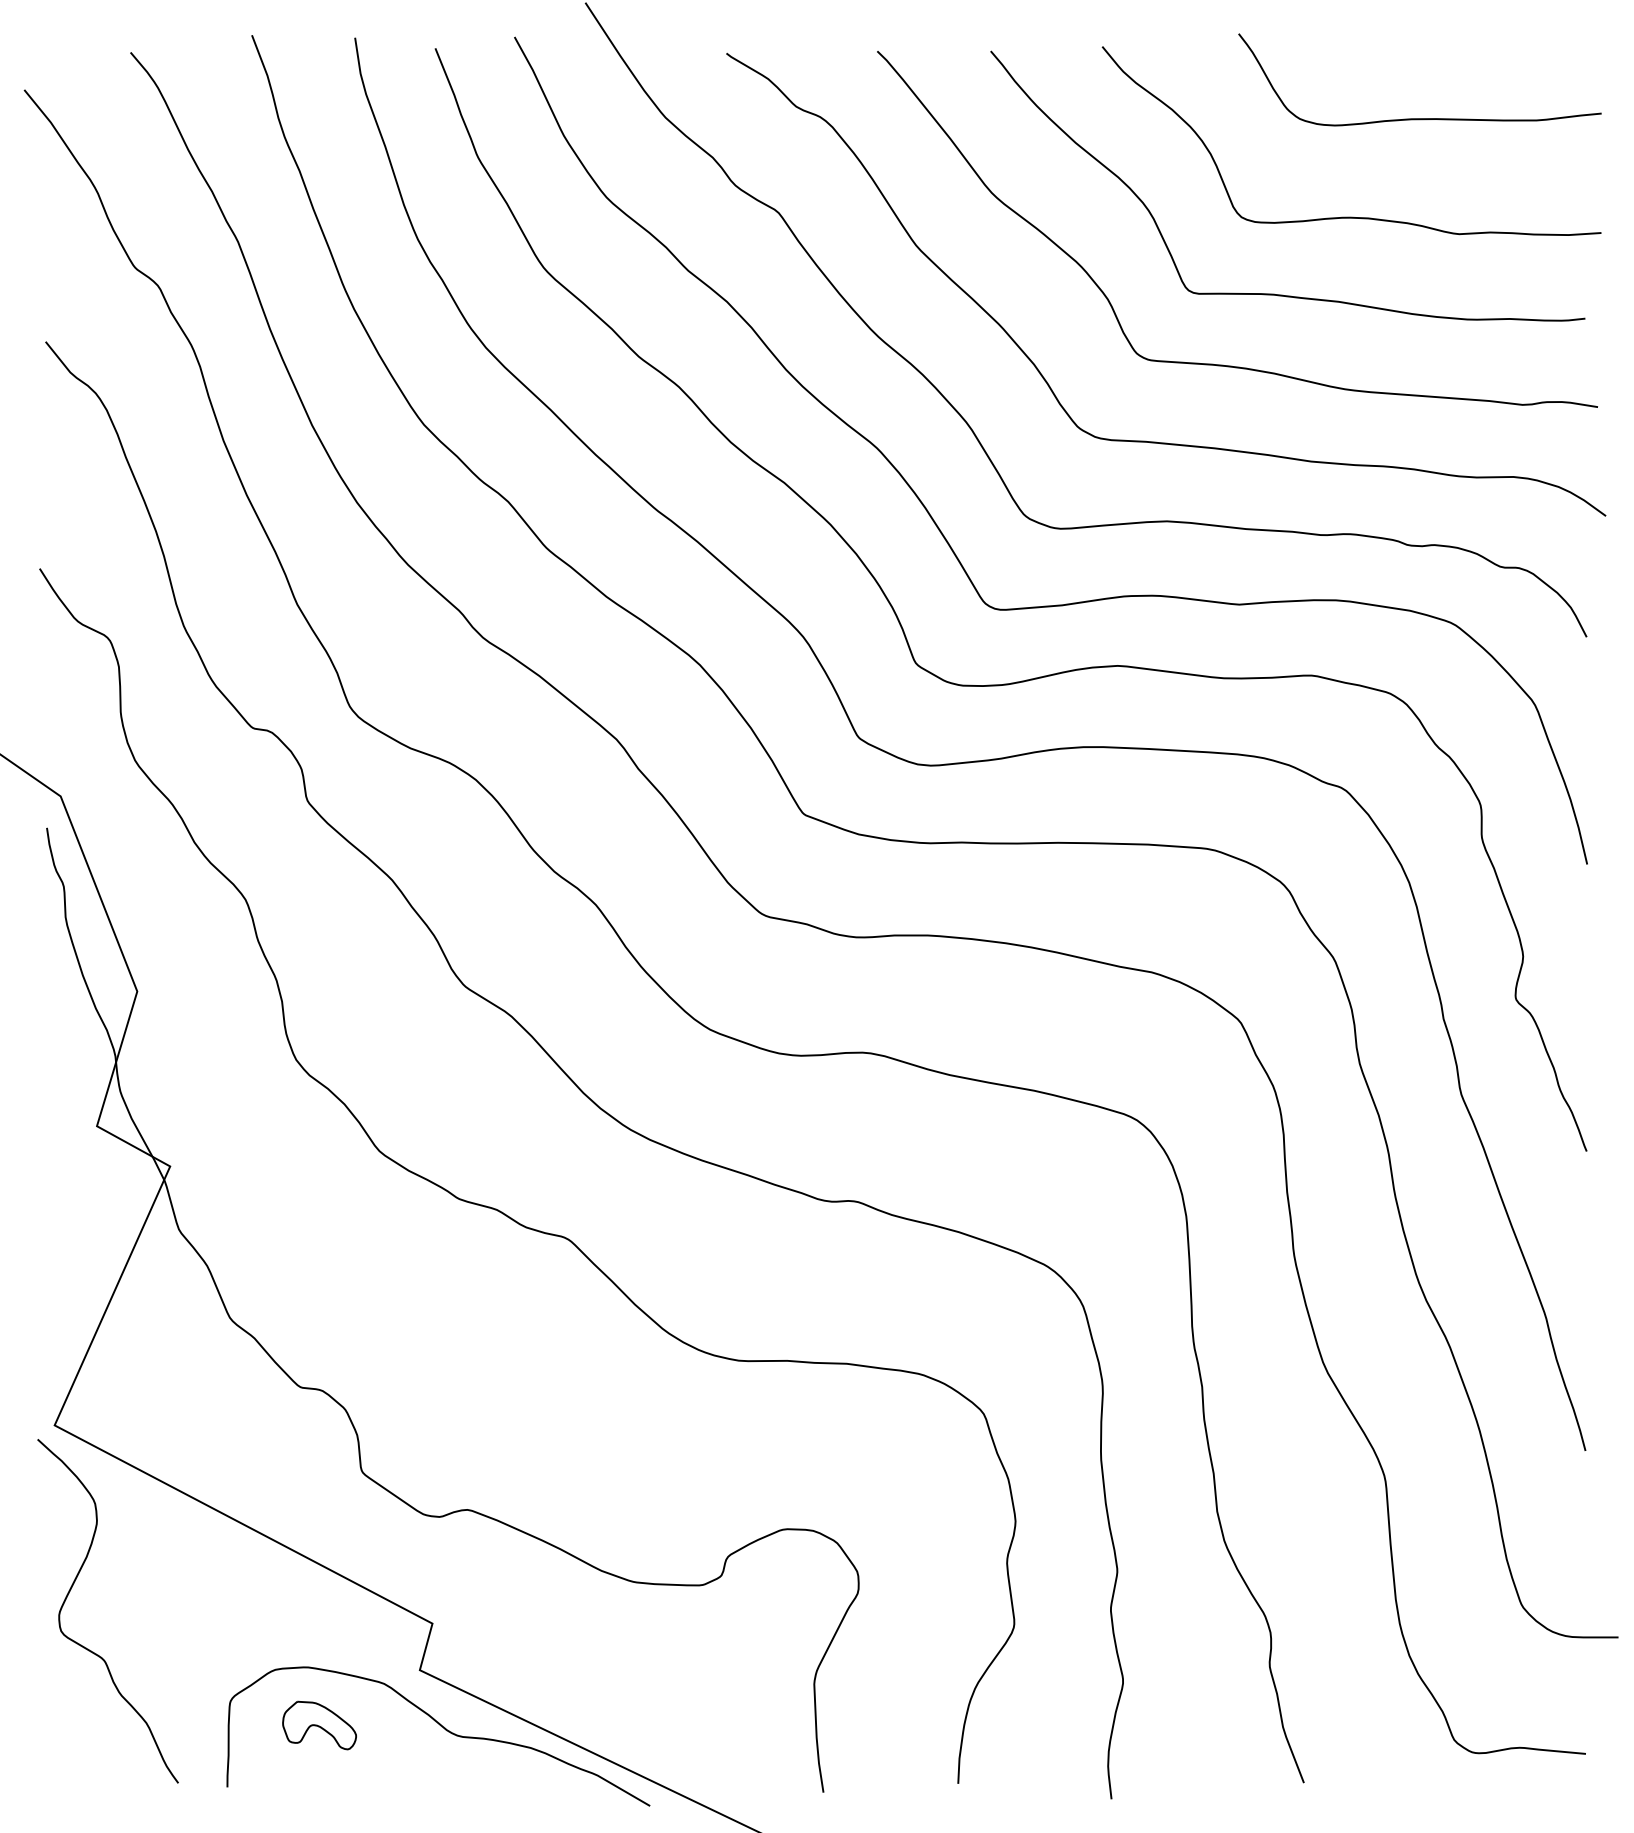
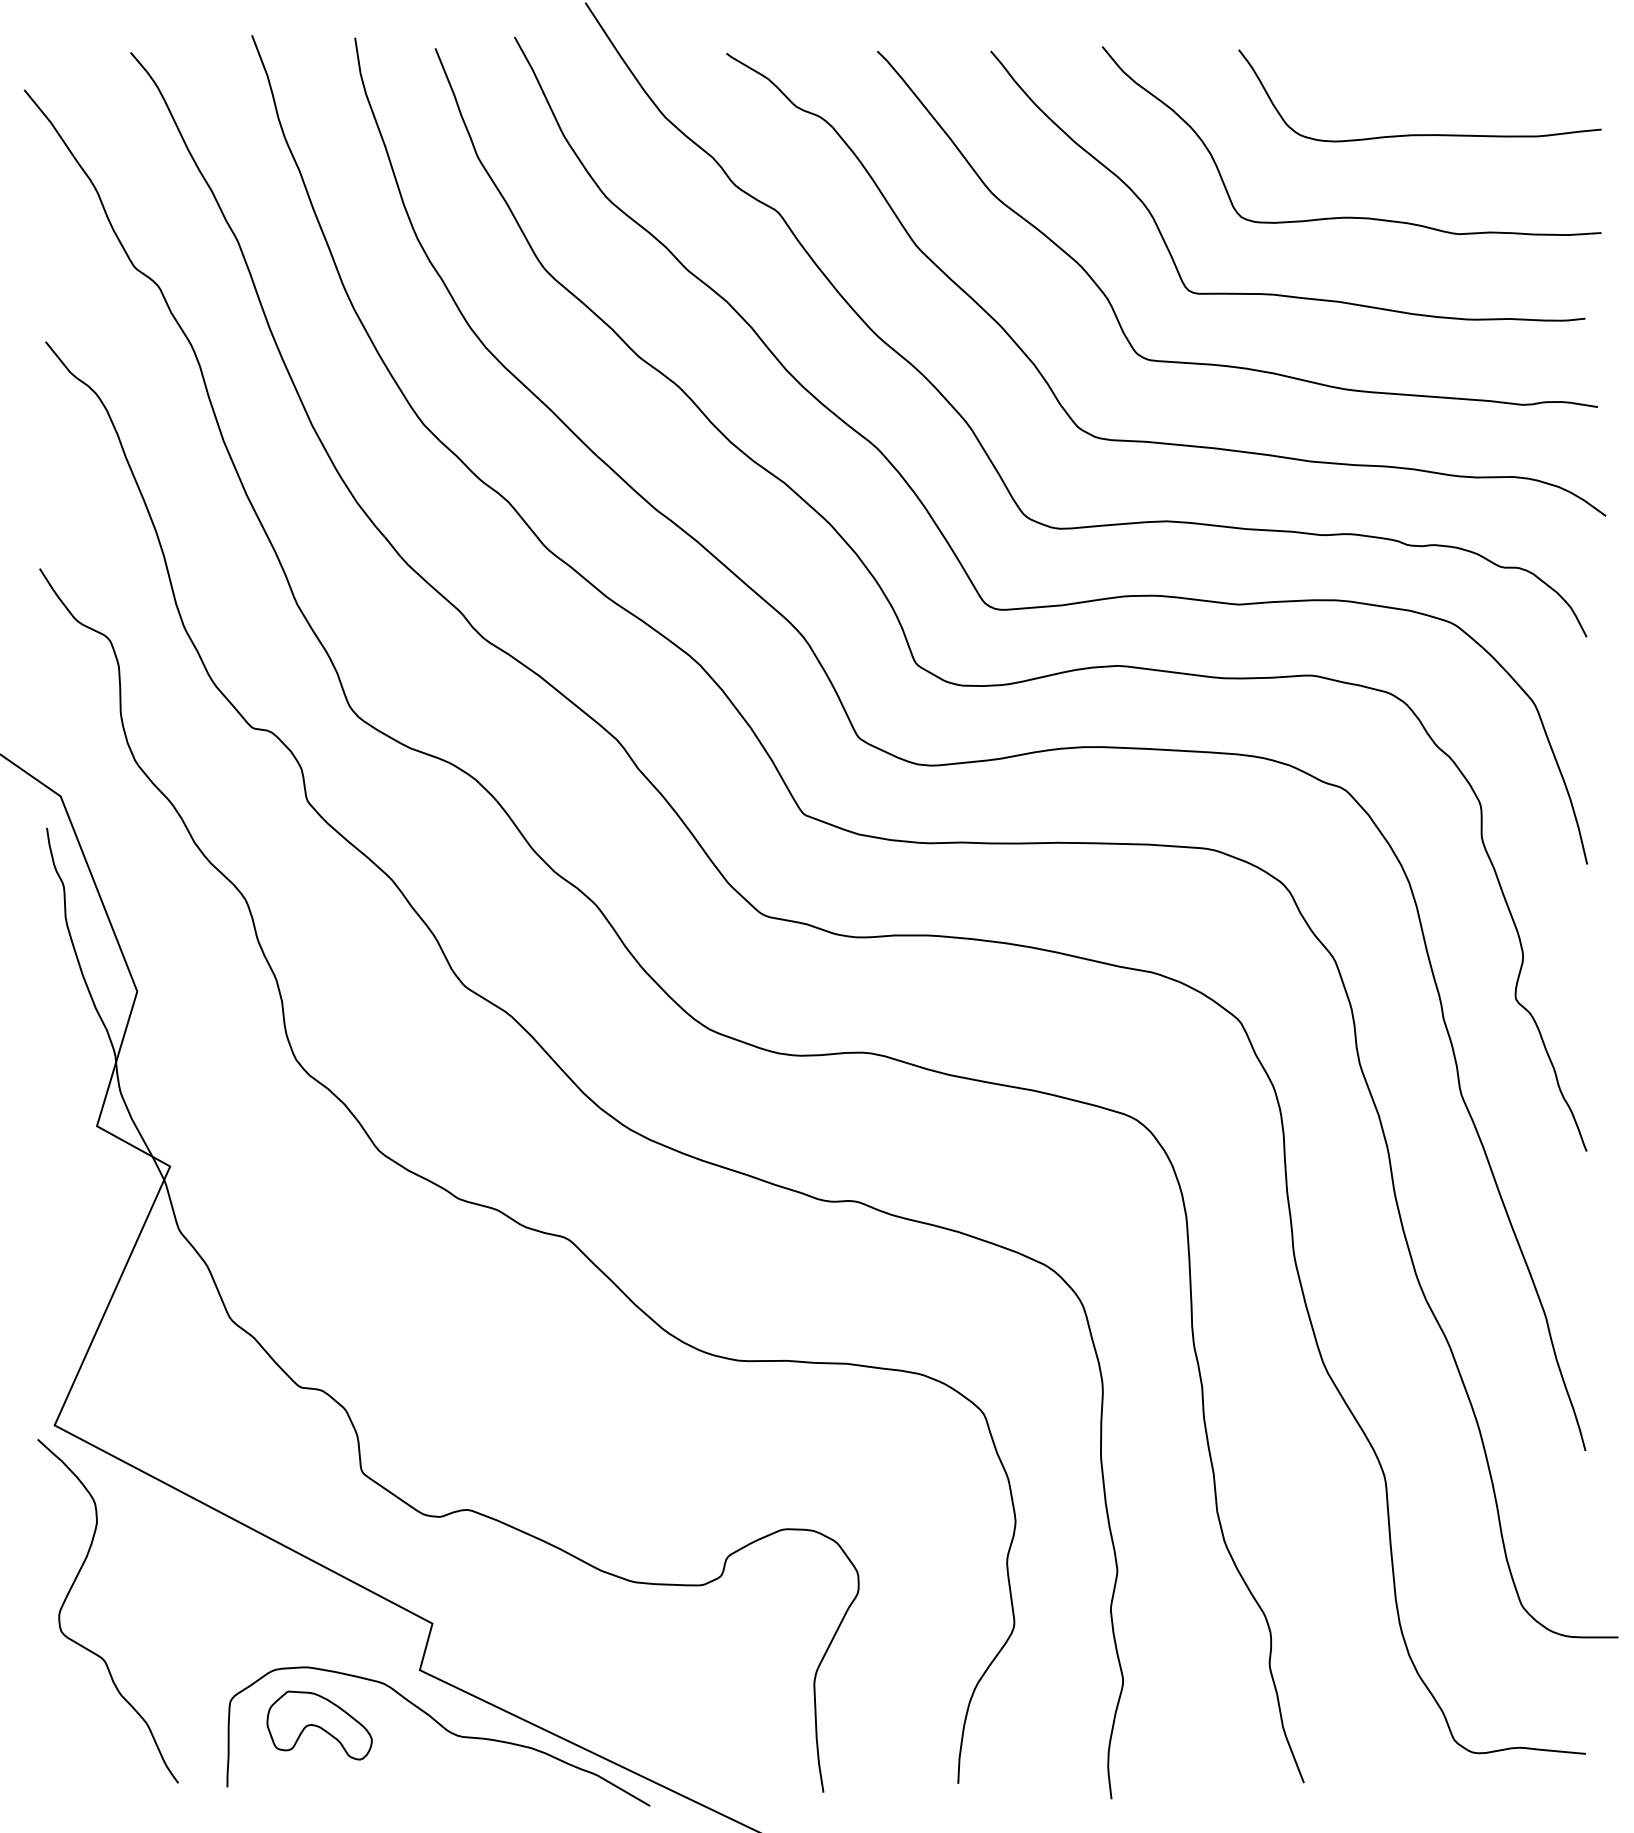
curve at (1419, 118) position: (1419, 118) -> (1419, 134)
part at (319, 1725) size: 75x51 px -> 107x71 px
